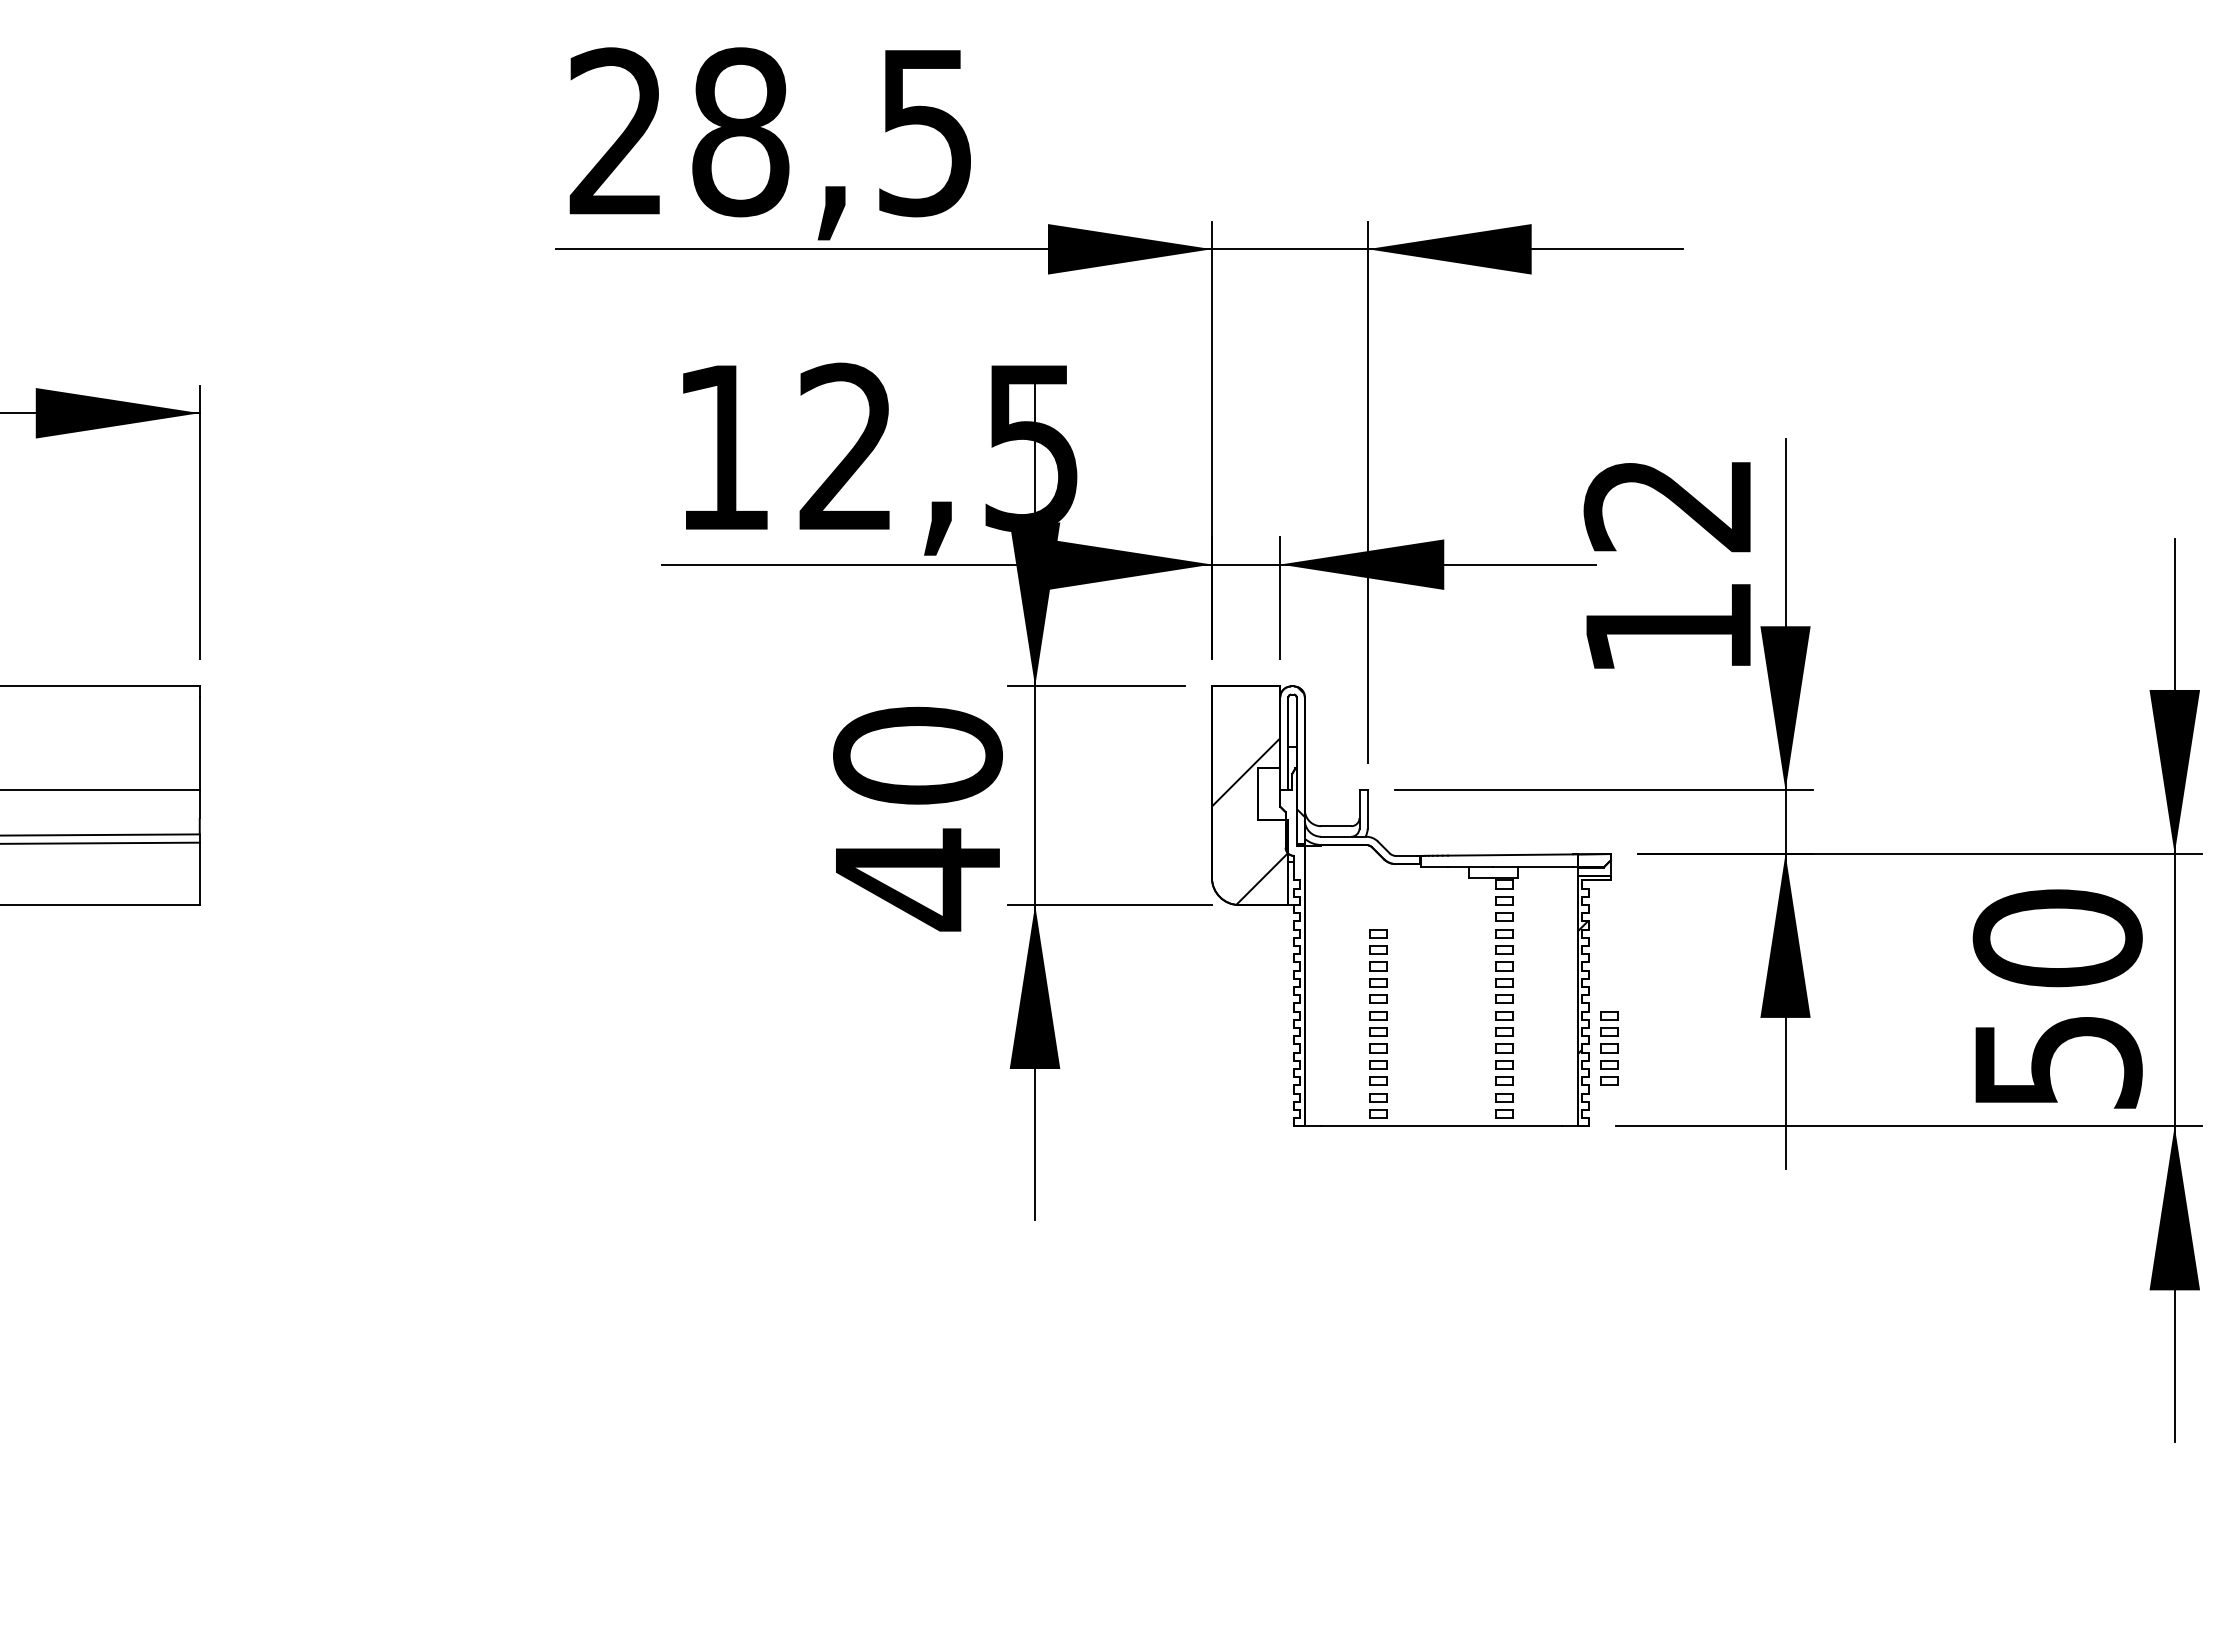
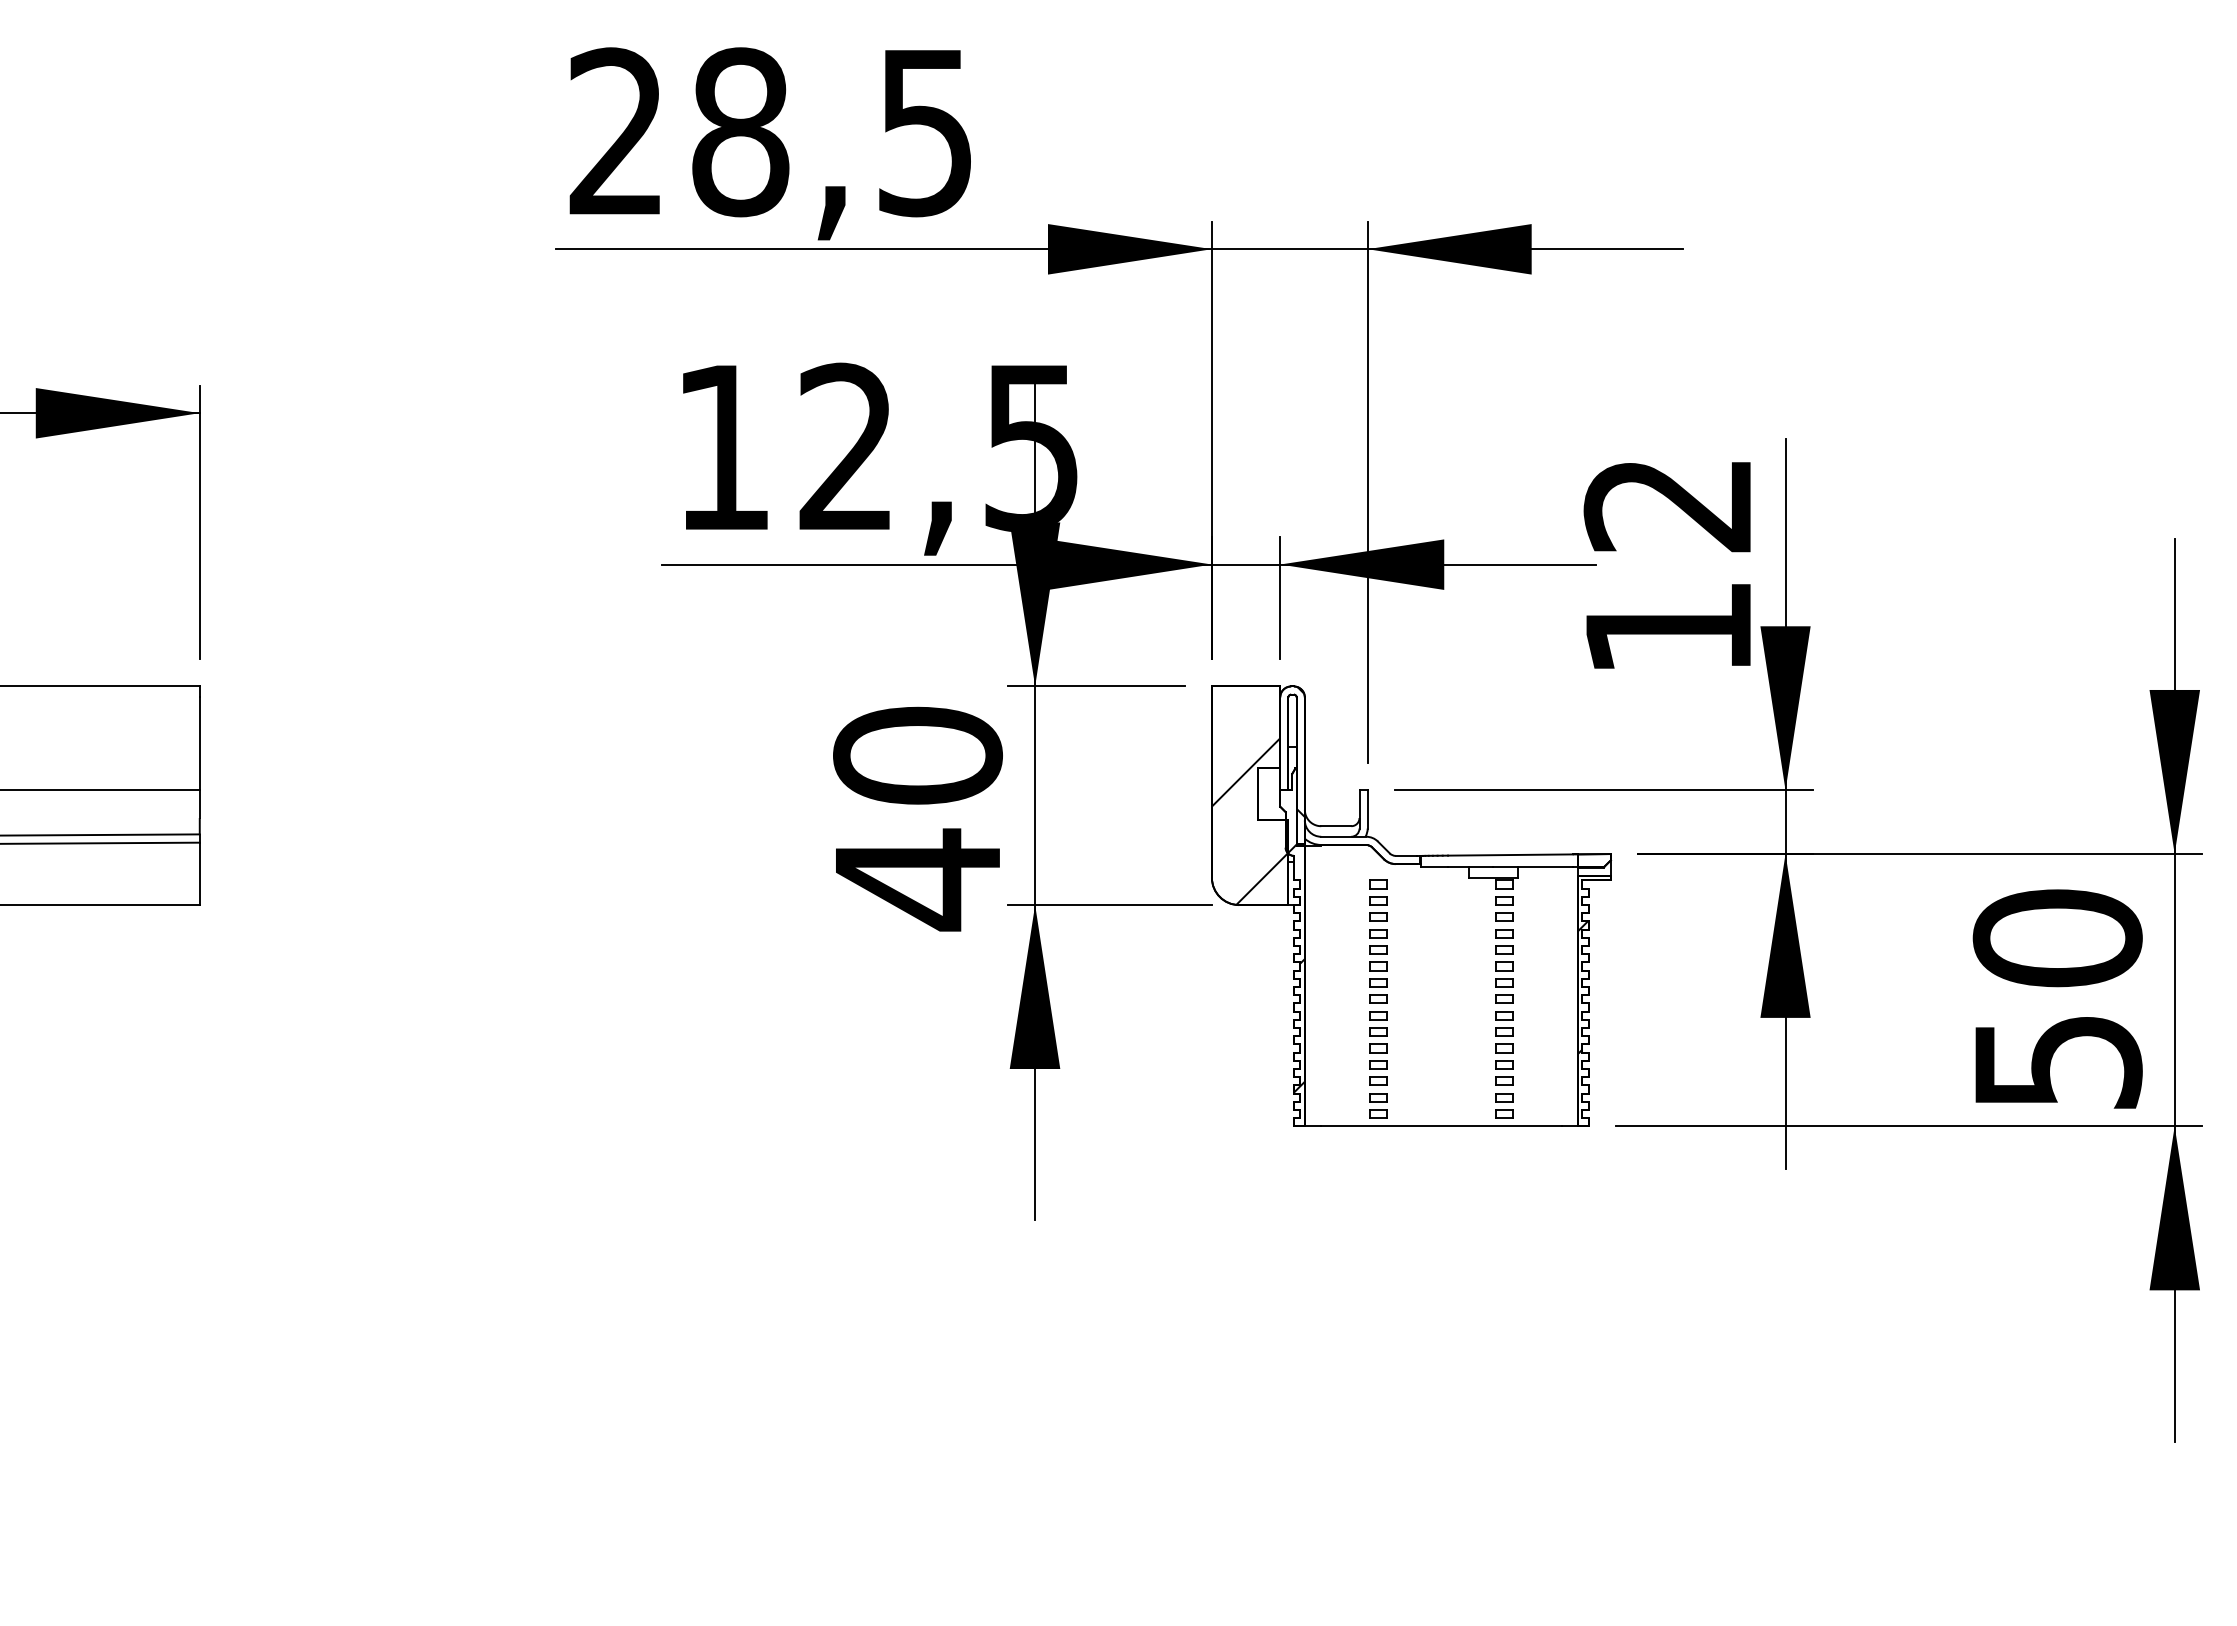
part at (1378, 900): none -> present
hatch at (1295, 968): none -> present
part at (1609, 1048): present -> none
